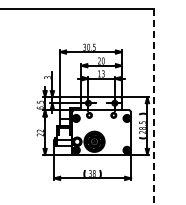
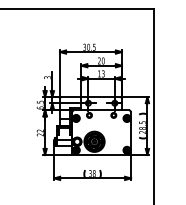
line at (153, 106): dashed -> solid
